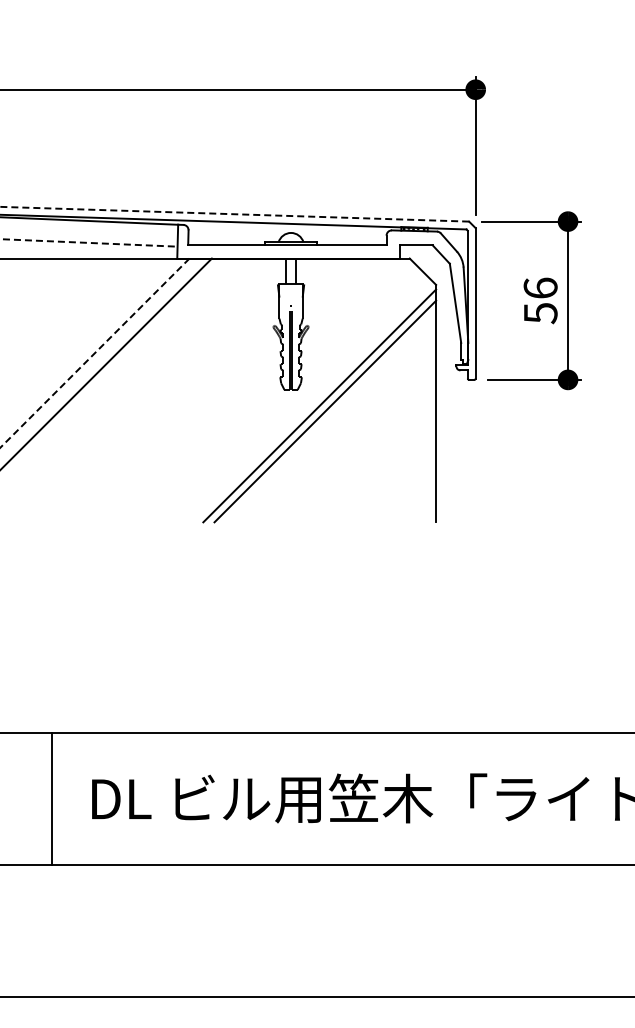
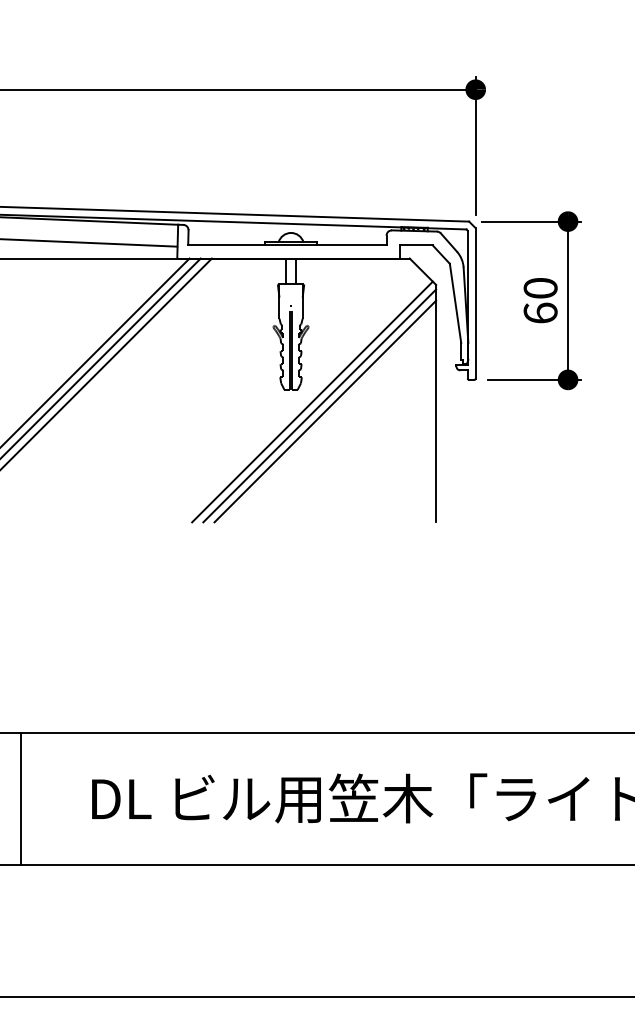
line at (234, 214): dashed -> solid
line at (89, 242): dashed -> solid
text at (540, 300): 56 -> 60
line at (95, 353): dashed -> solid
line at (101, 357): none -> present
line at (312, 401): none -> present
line at (51, 799) position: (51, 799) -> (20, 799)
